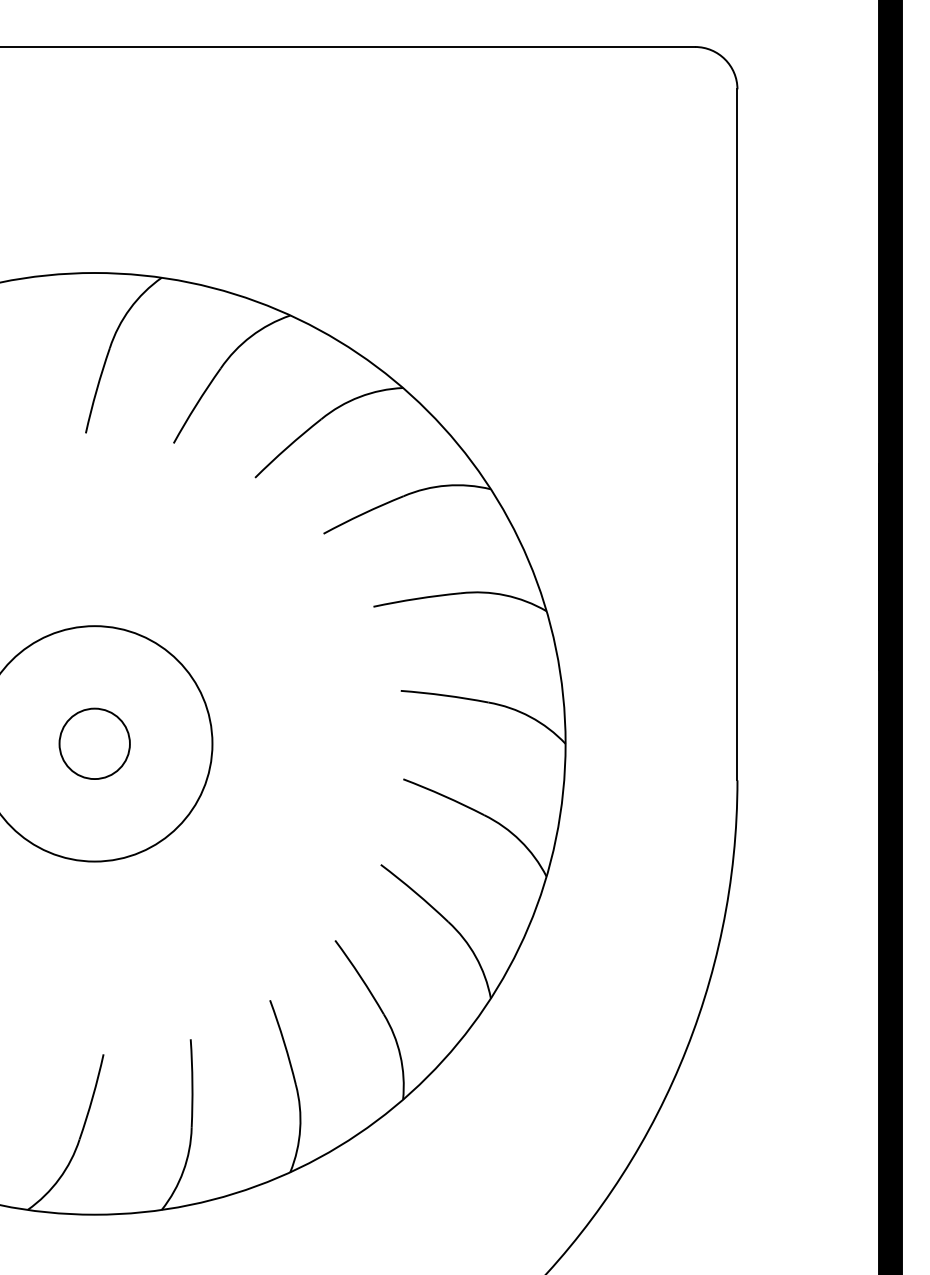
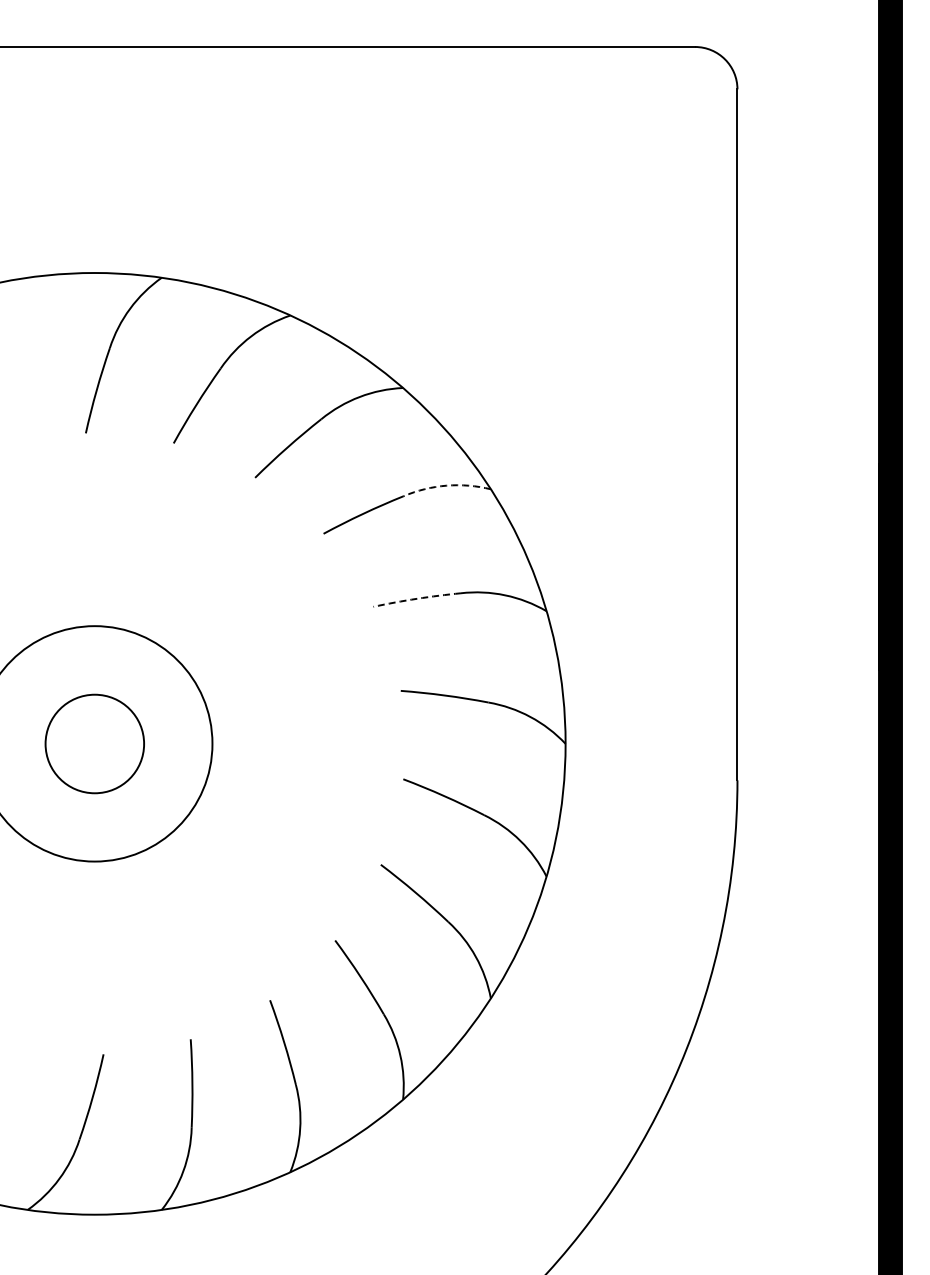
arc at (446, 485): solid -> dashed
arc at (417, 598): solid -> dashed
circle at (94, 743) size: 73x73 px -> 101x102 px
